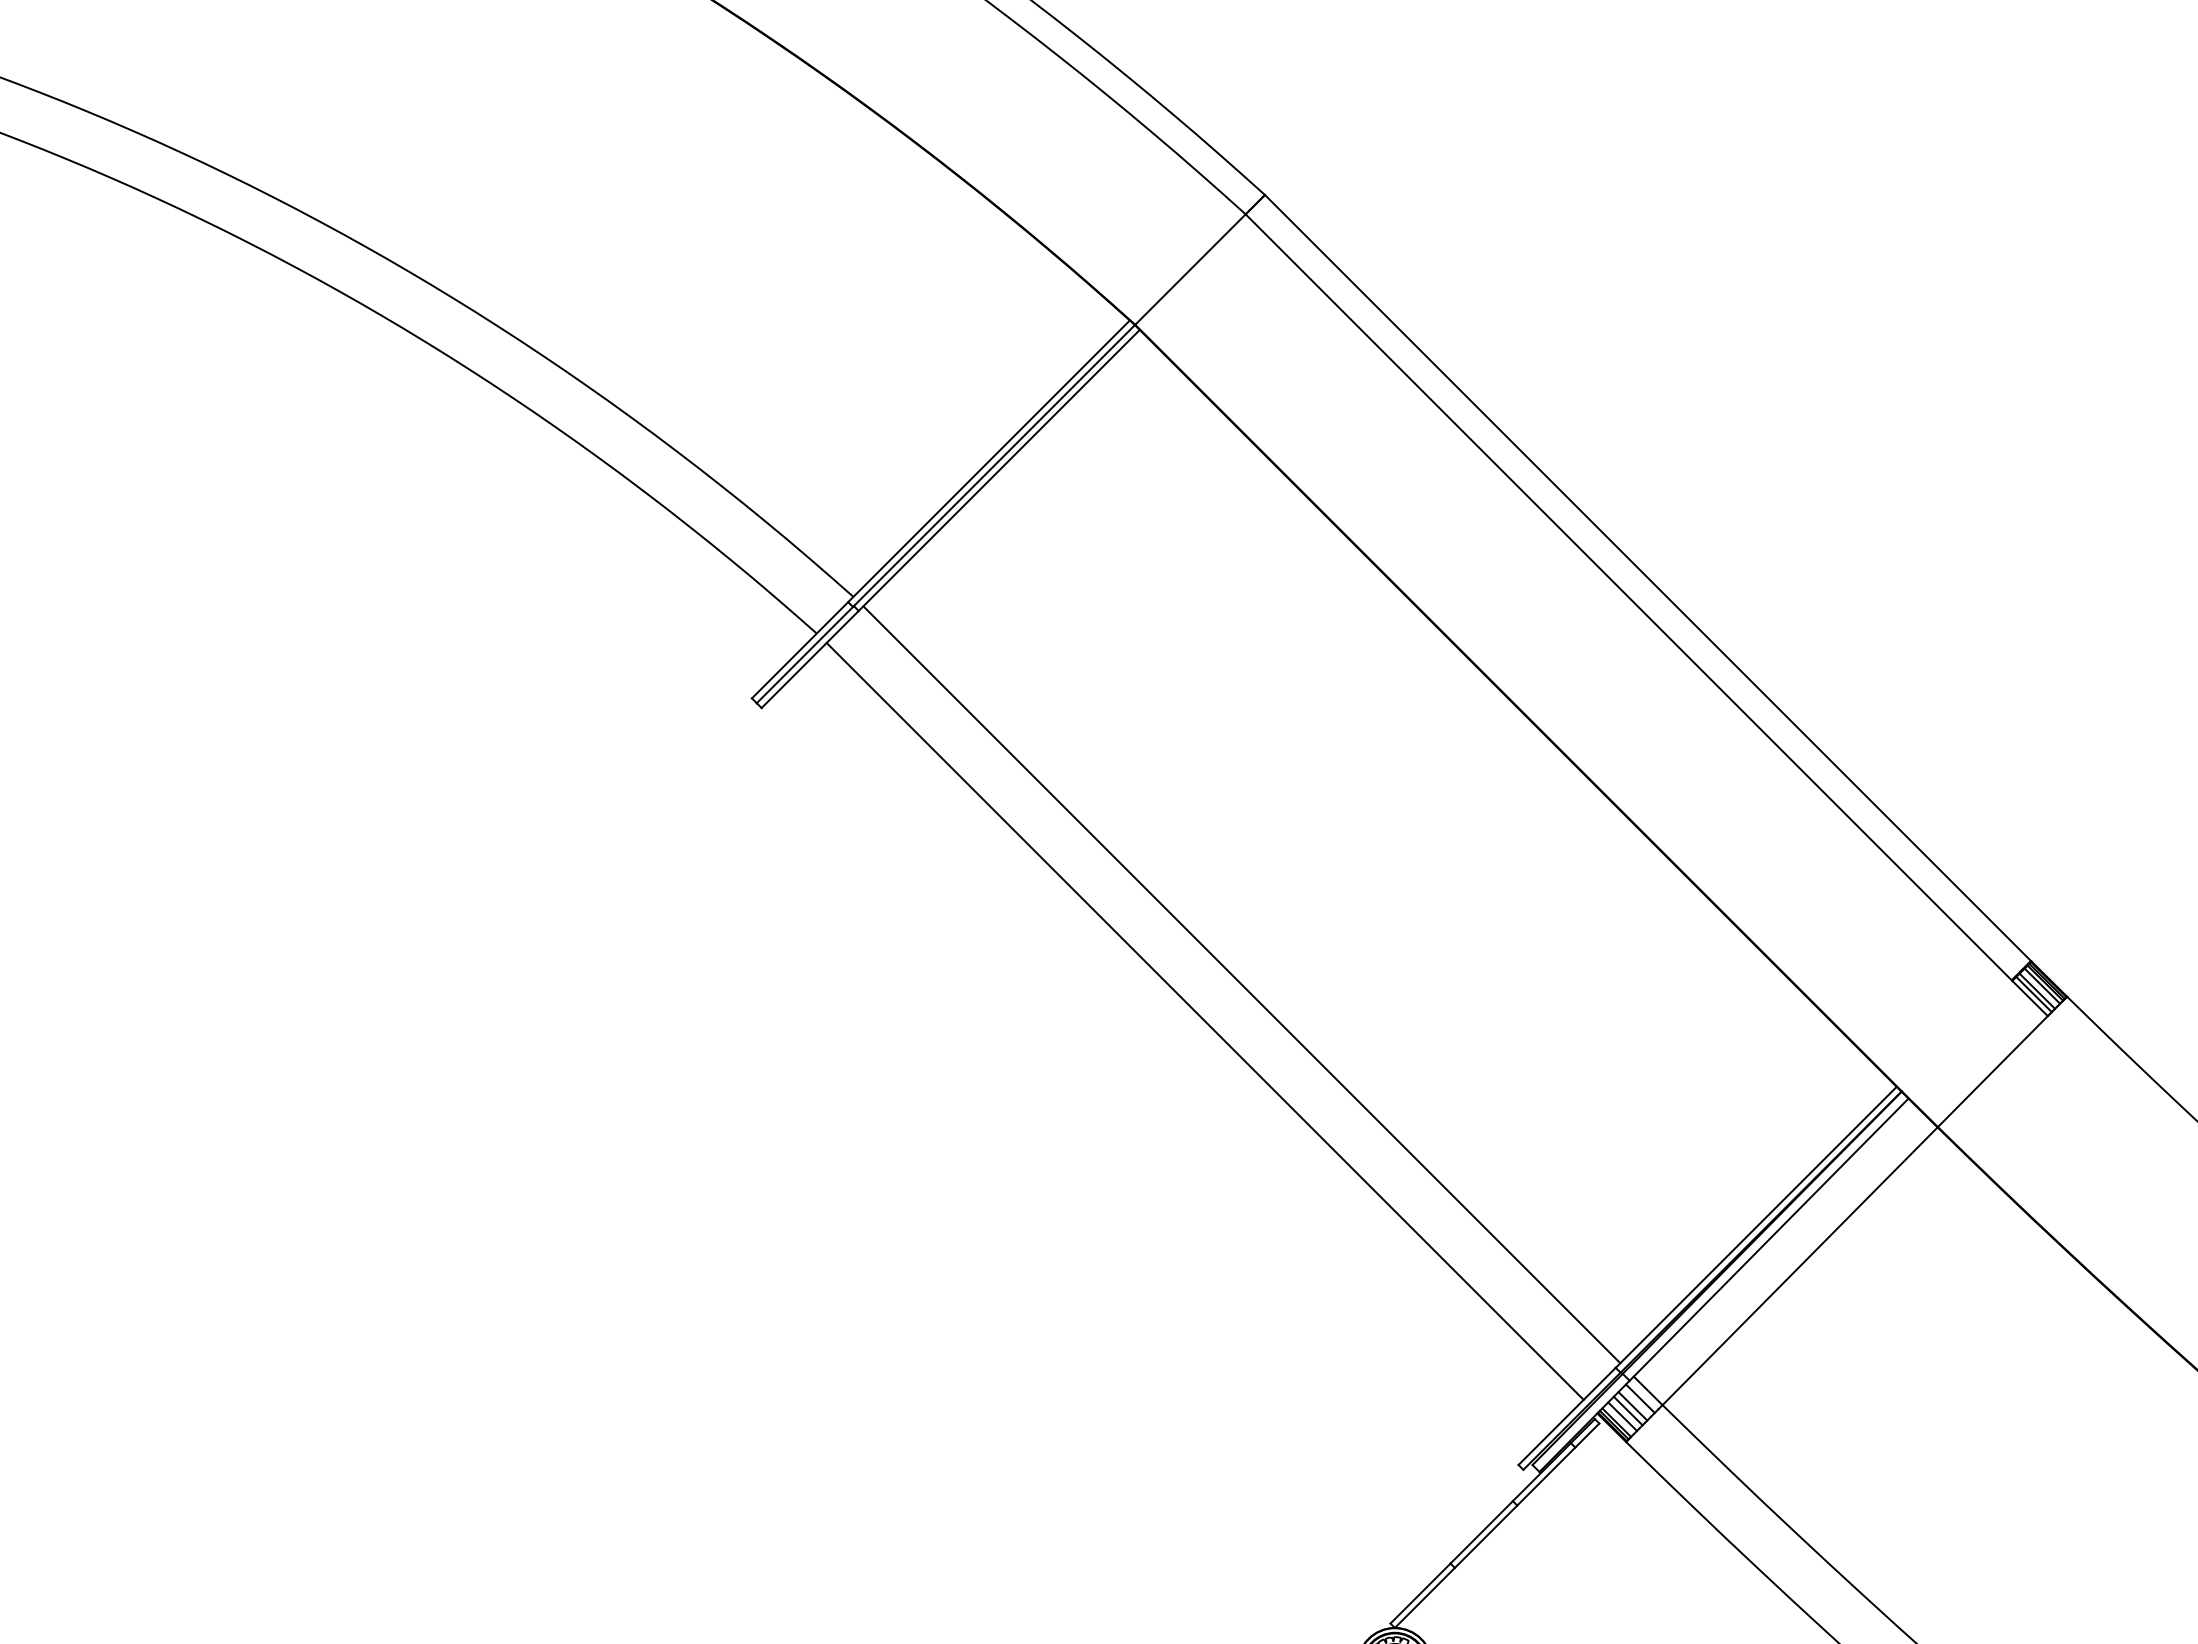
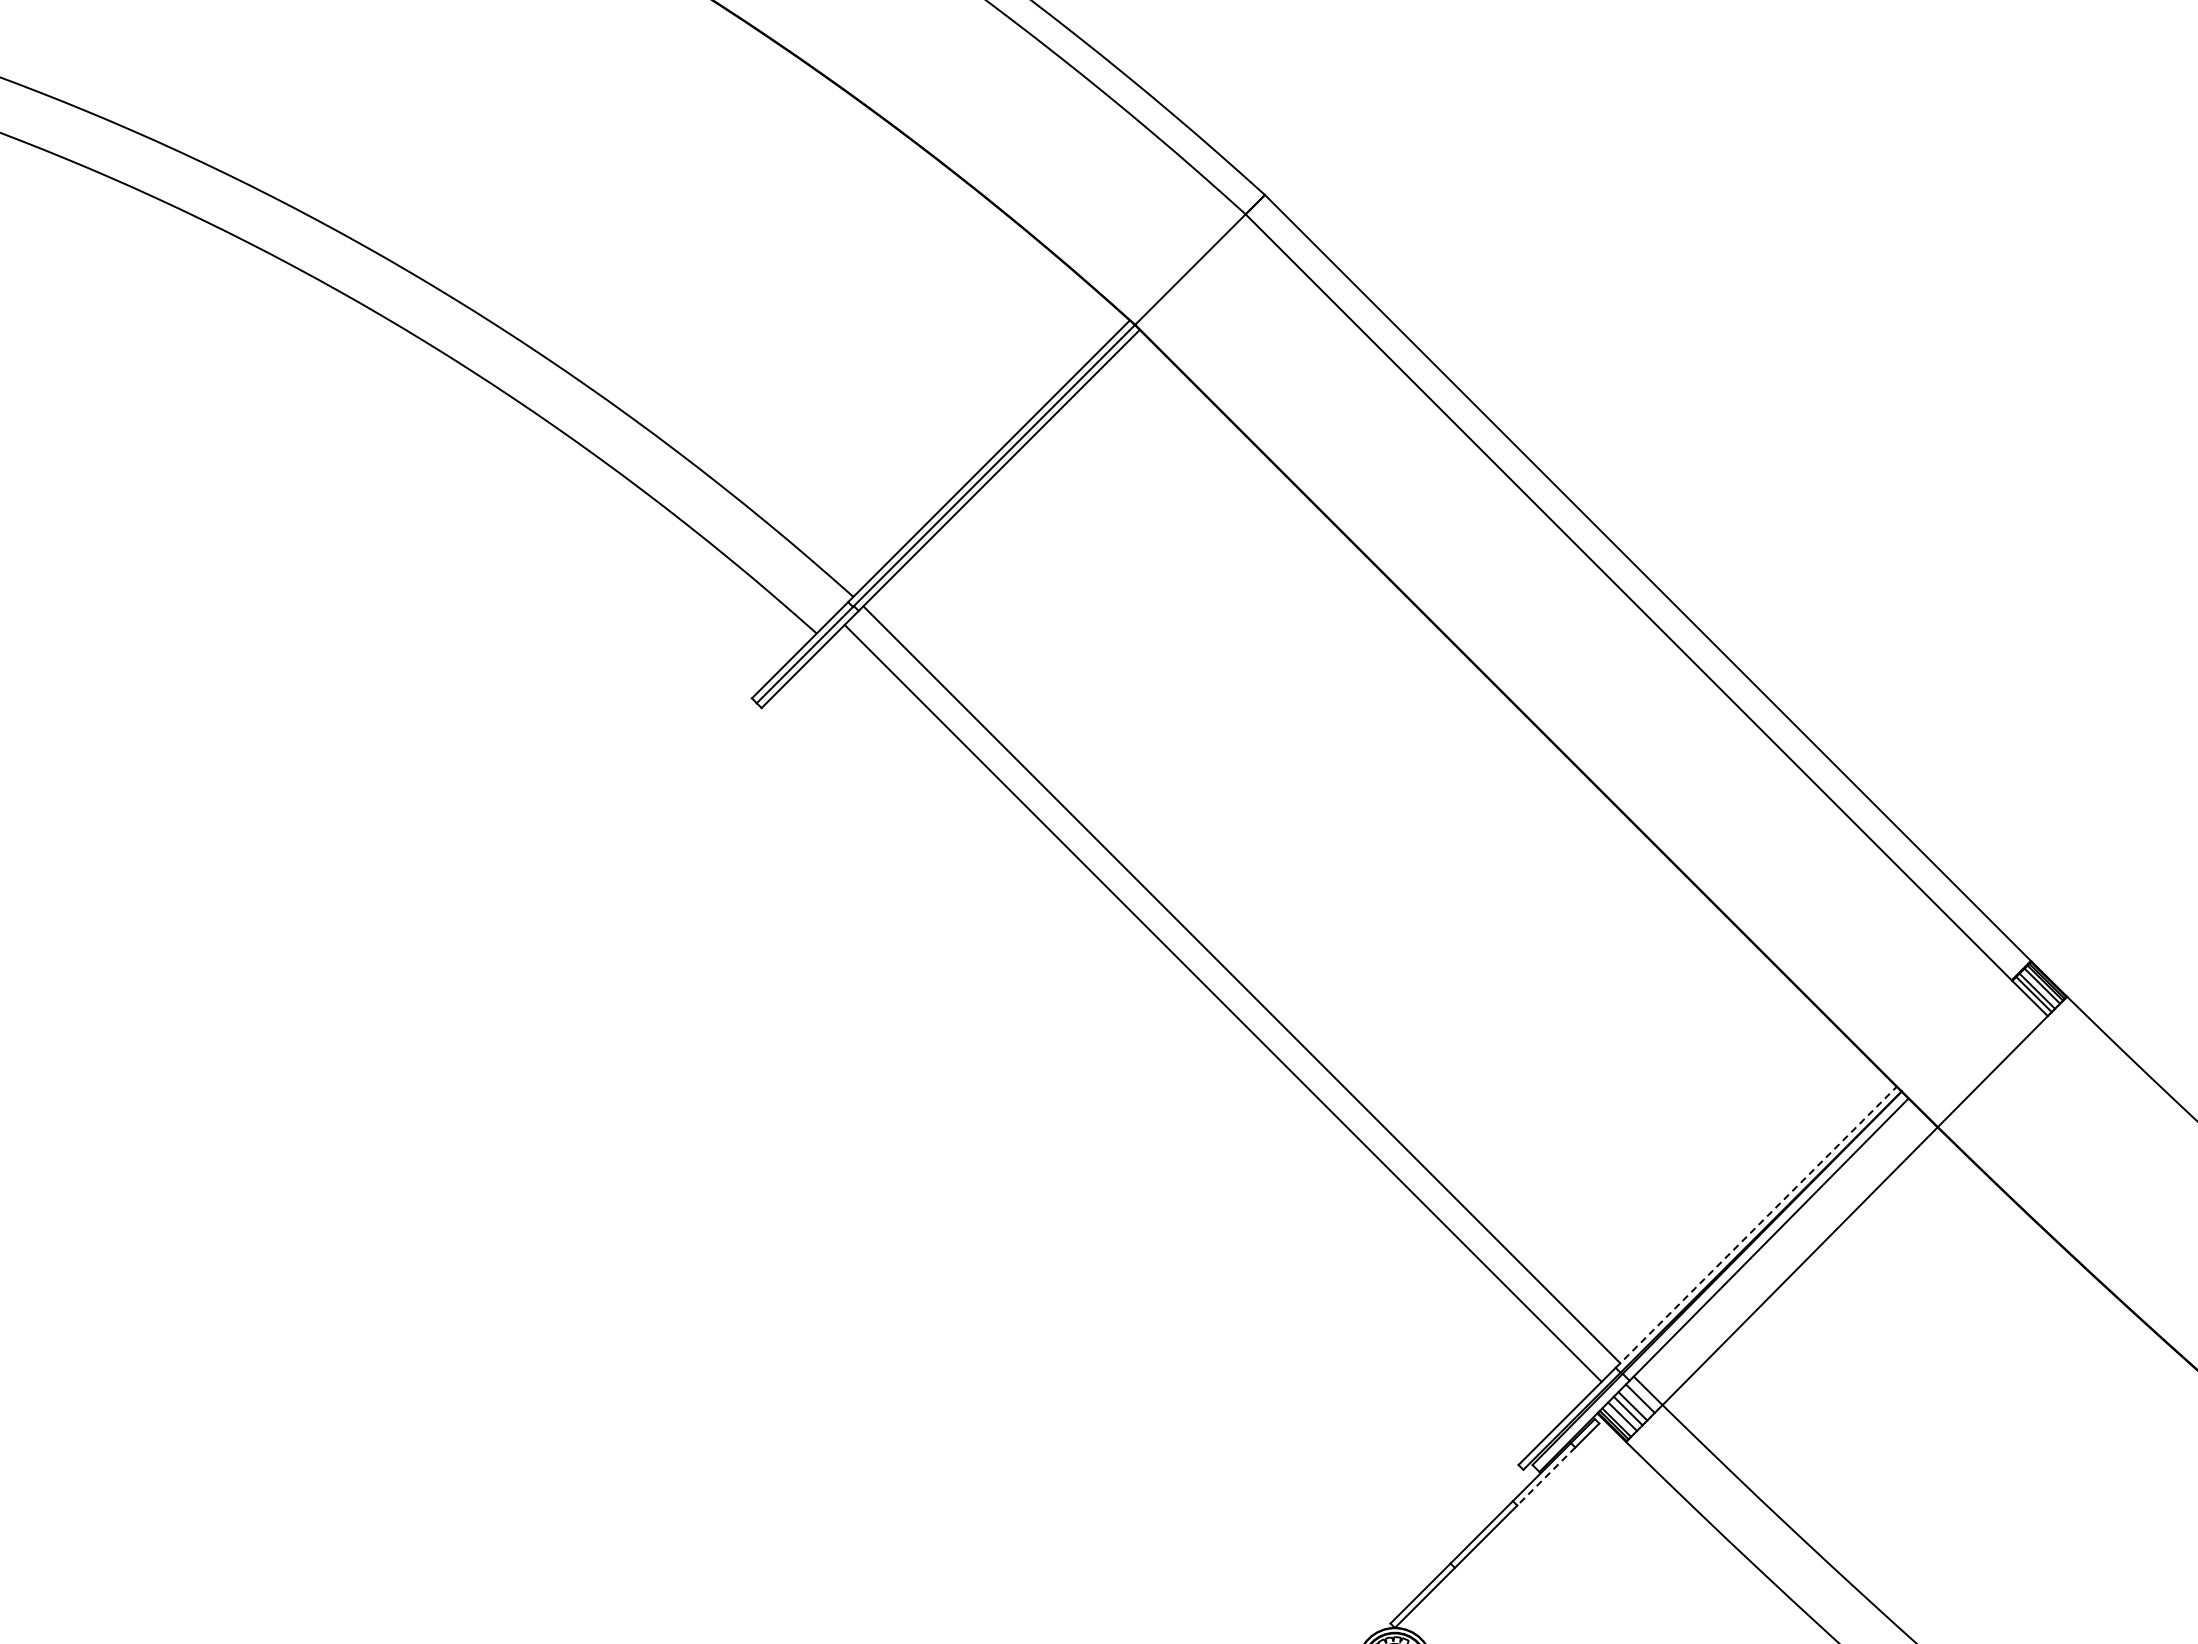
line at (1204, 1020) position: (1204, 1020) -> (1222, 1002)
line at (1756, 1227): solid -> dashed
line at (1545, 1476): solid -> dashed
